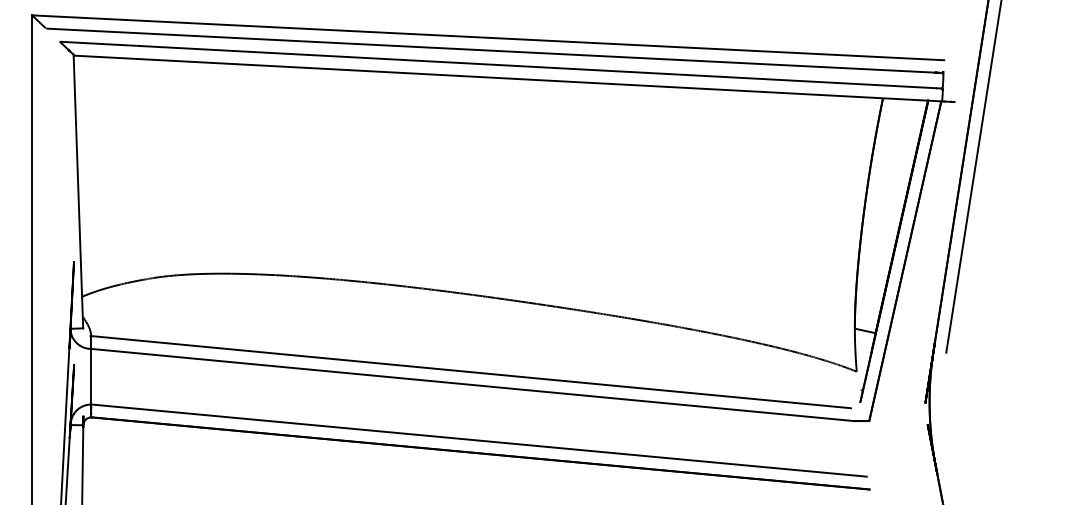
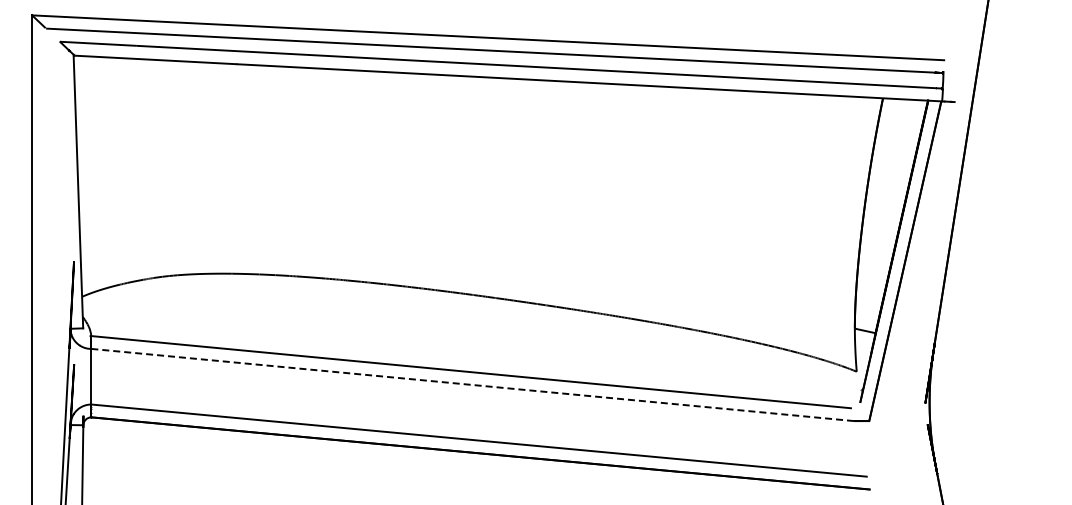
line at (973, 177): present -> none
line at (472, 385): solid -> dashed
